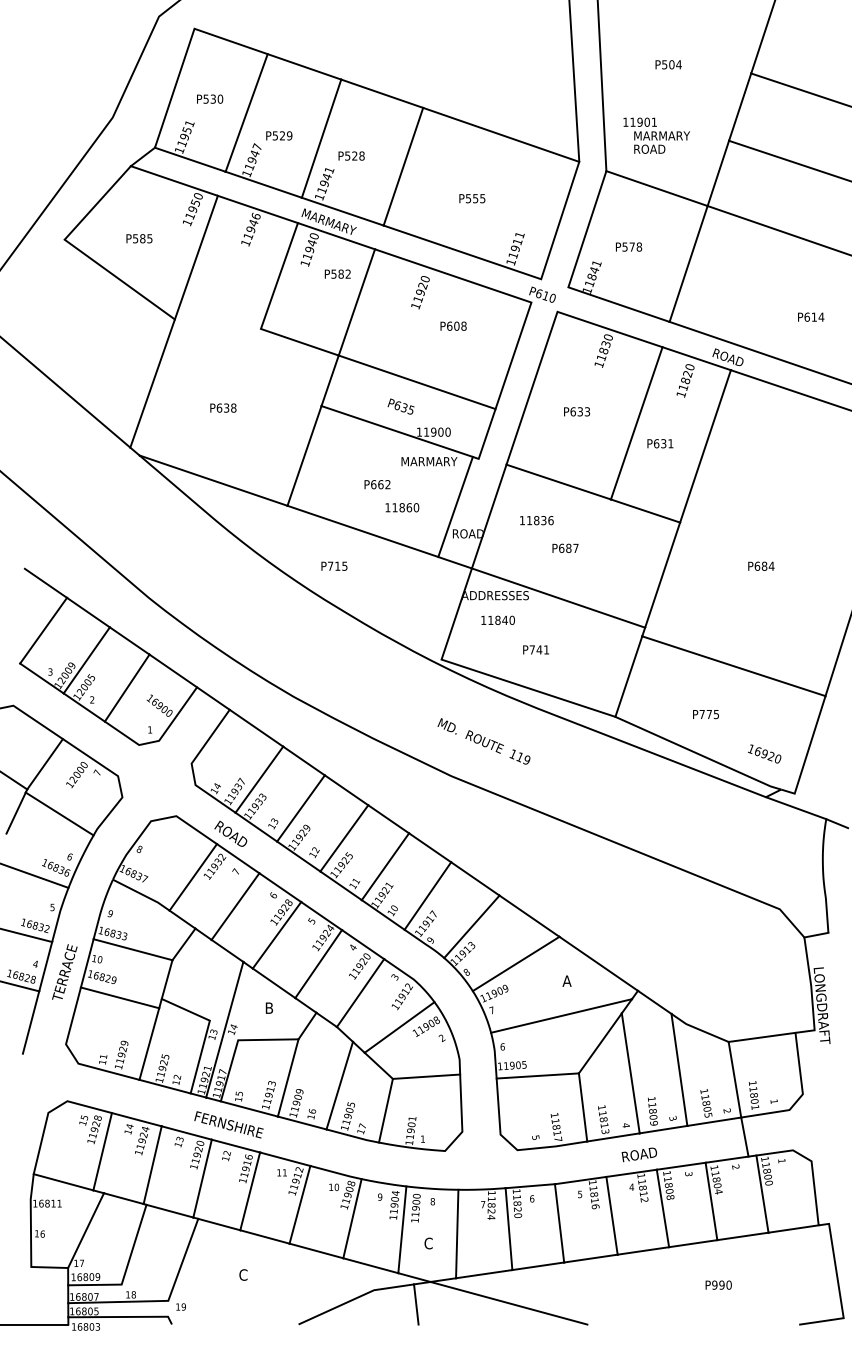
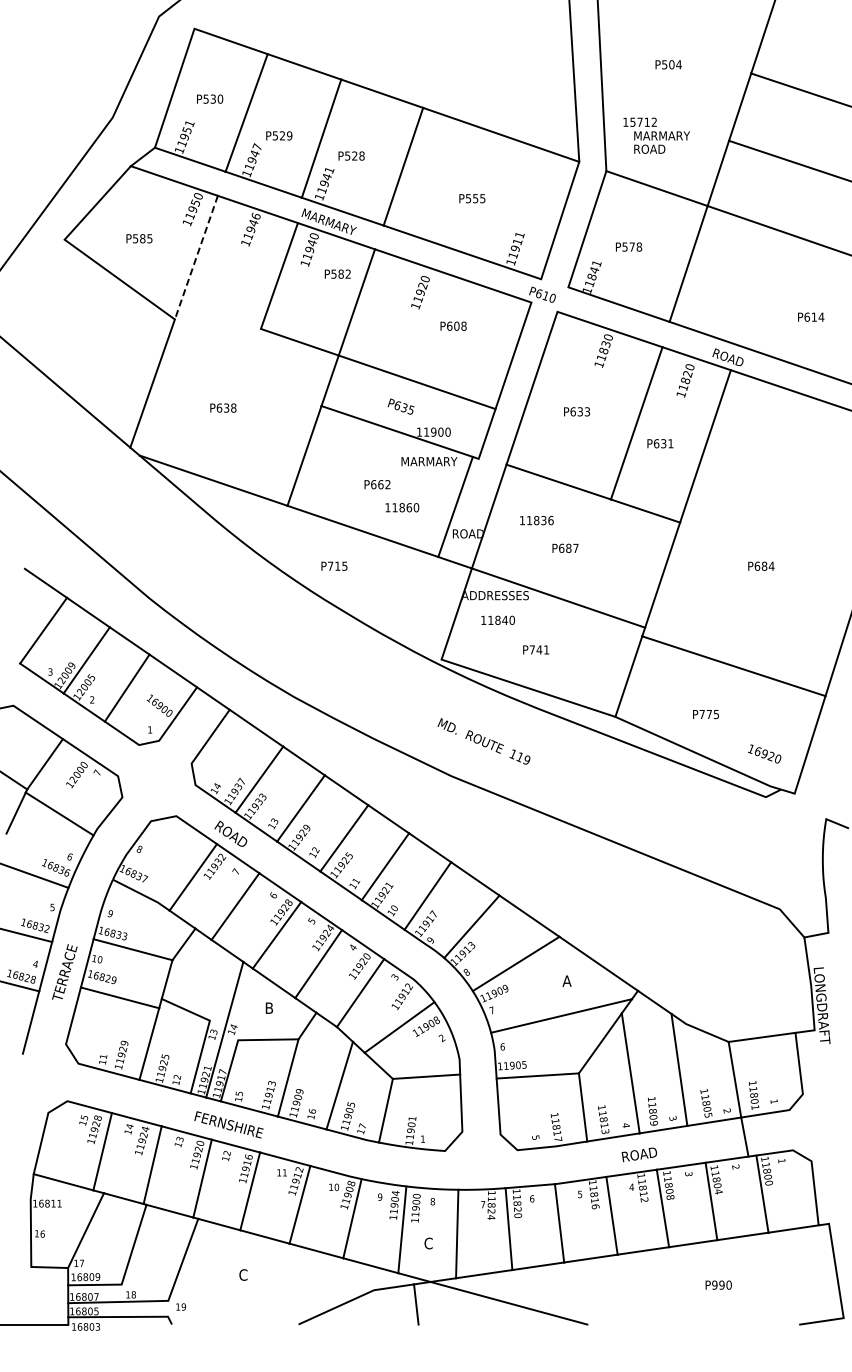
text at (643, 121): 11901 -> 15712
line at (196, 258): solid -> dashed
line at (795, 808): present -> none
